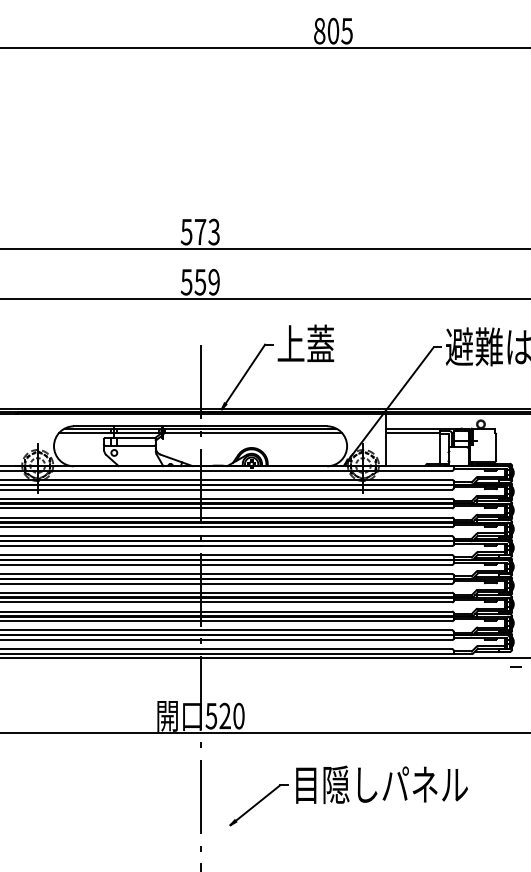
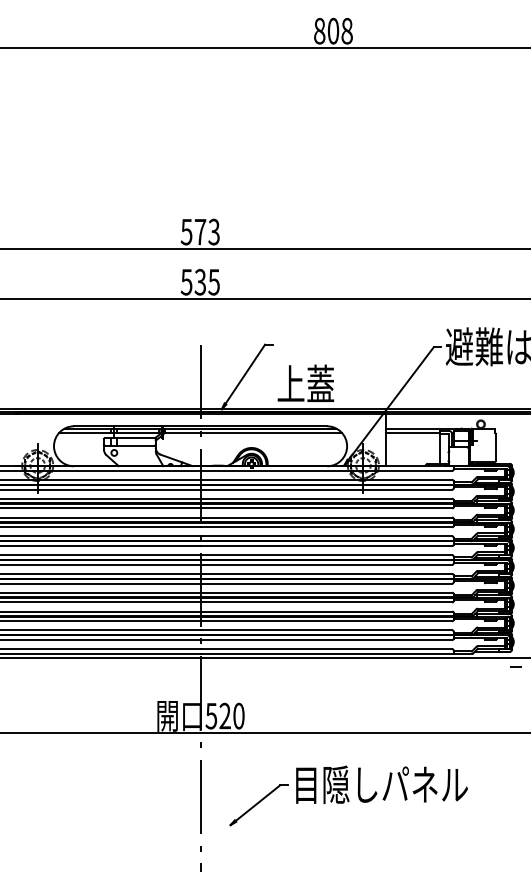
text at (346, 30): 805 -> 808
text at (206, 282): 559 -> 535
text at (305, 342) position: (305, 342) -> (305, 382)
